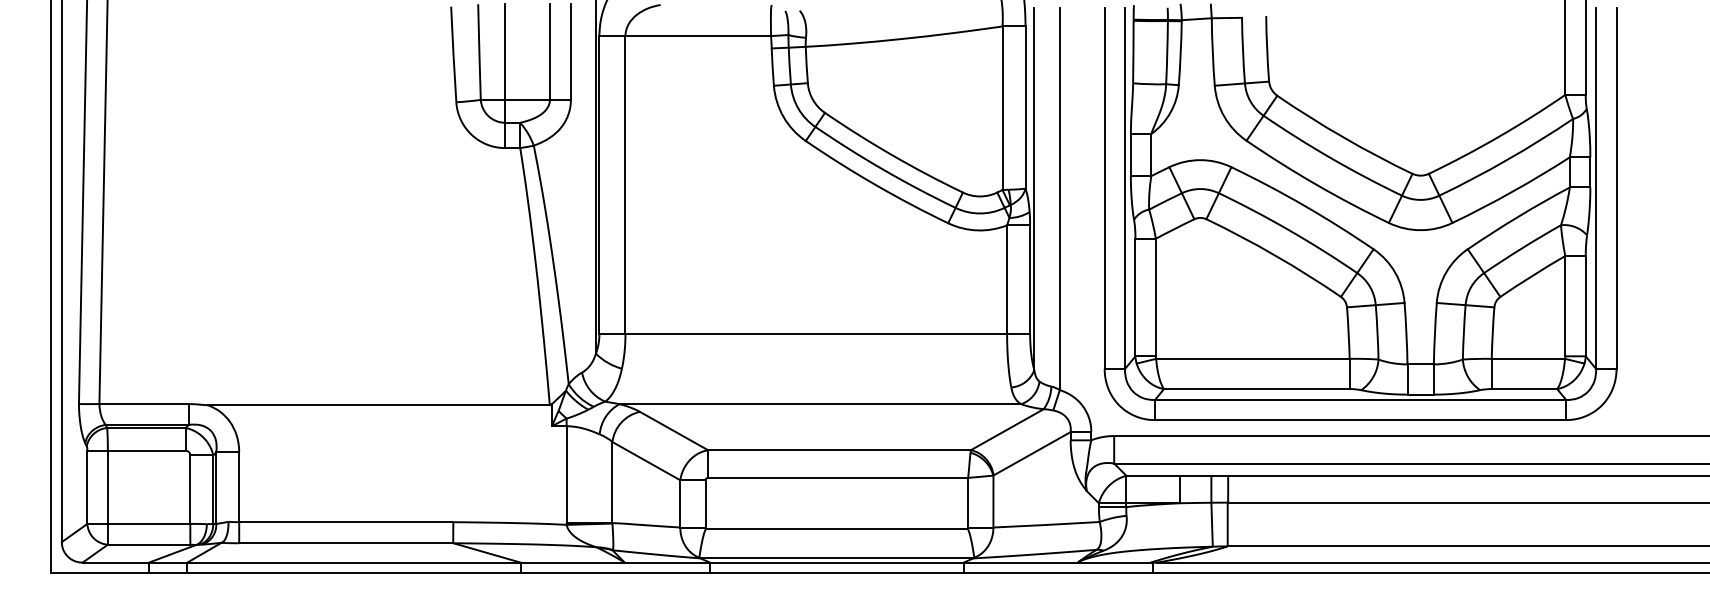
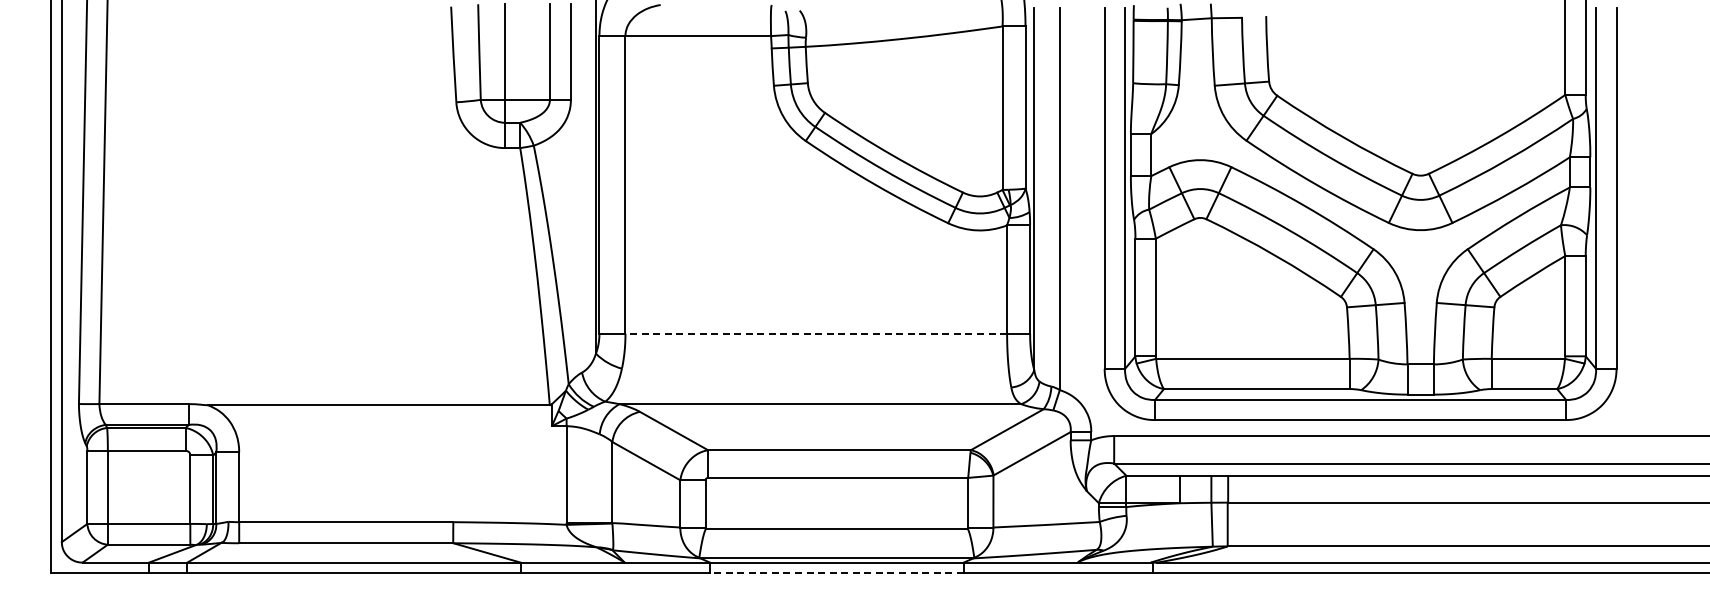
line at (816, 333): solid -> dashed
line at (836, 573): solid -> dashed
